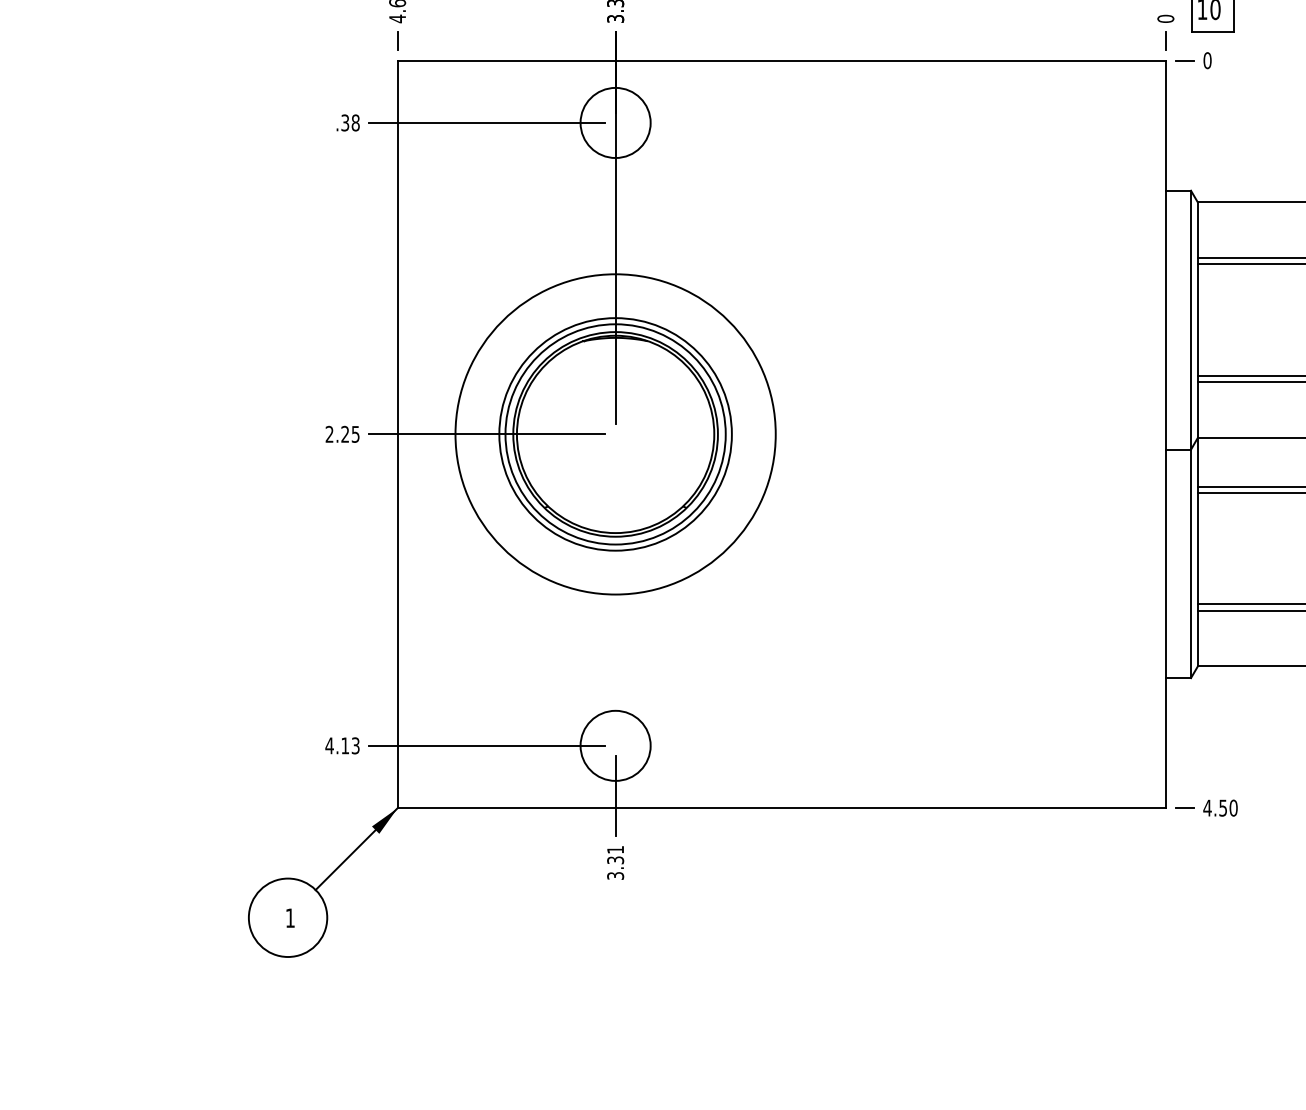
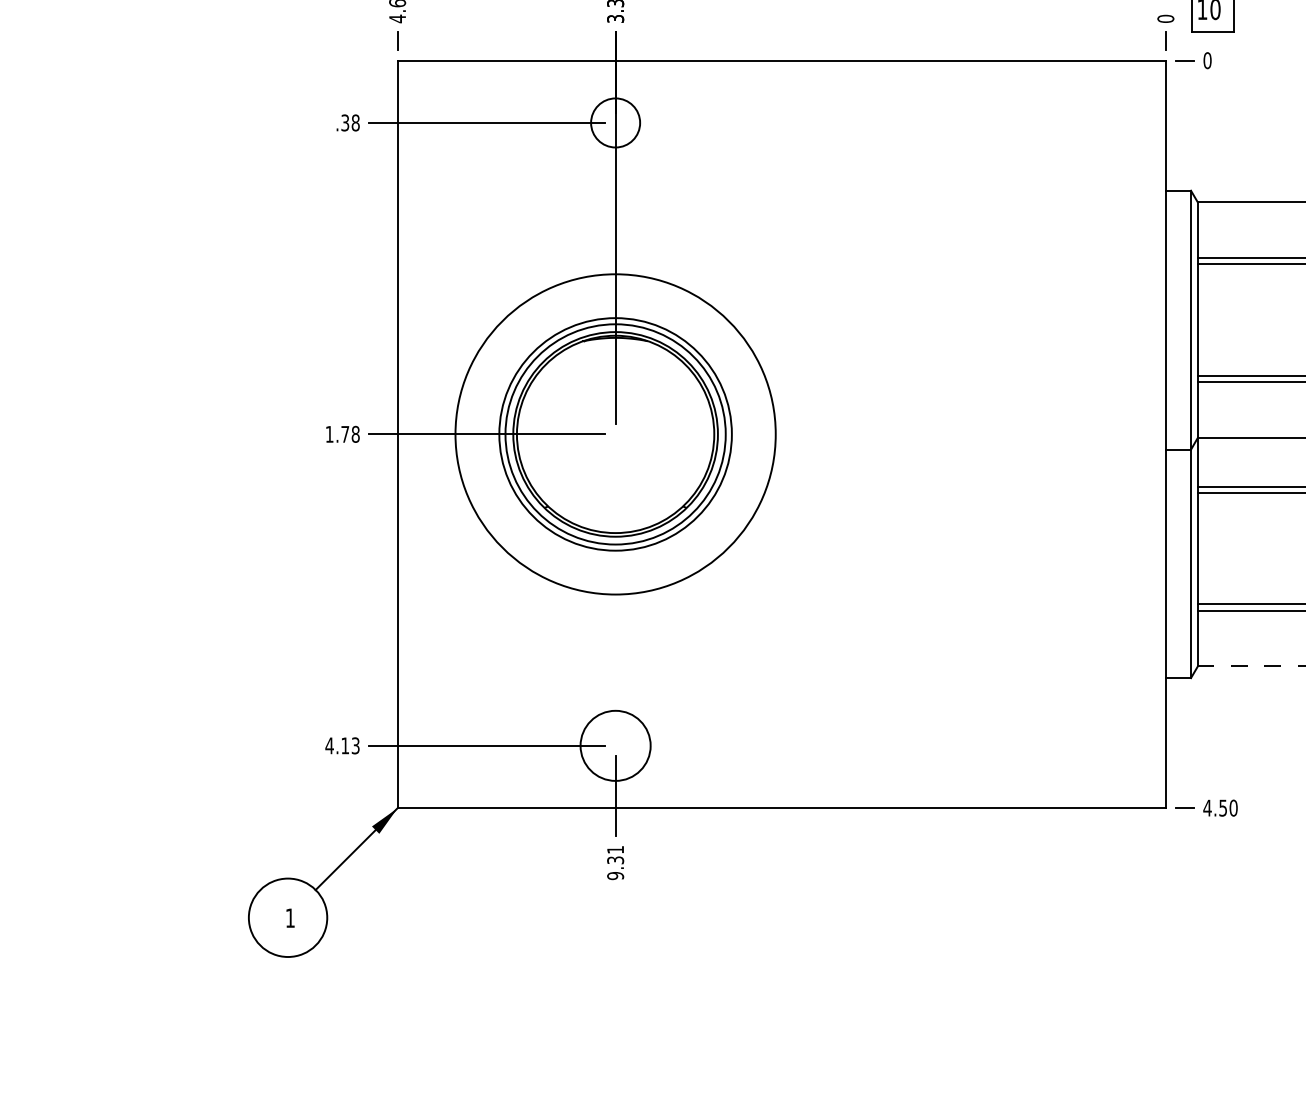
circle at (615, 122) diameter: 70 px -> 49 px
text at (342, 433): 2.25 -> 1.78
line at (1251, 666): solid -> dashed
text at (615, 876): 3.31 -> 9.31
